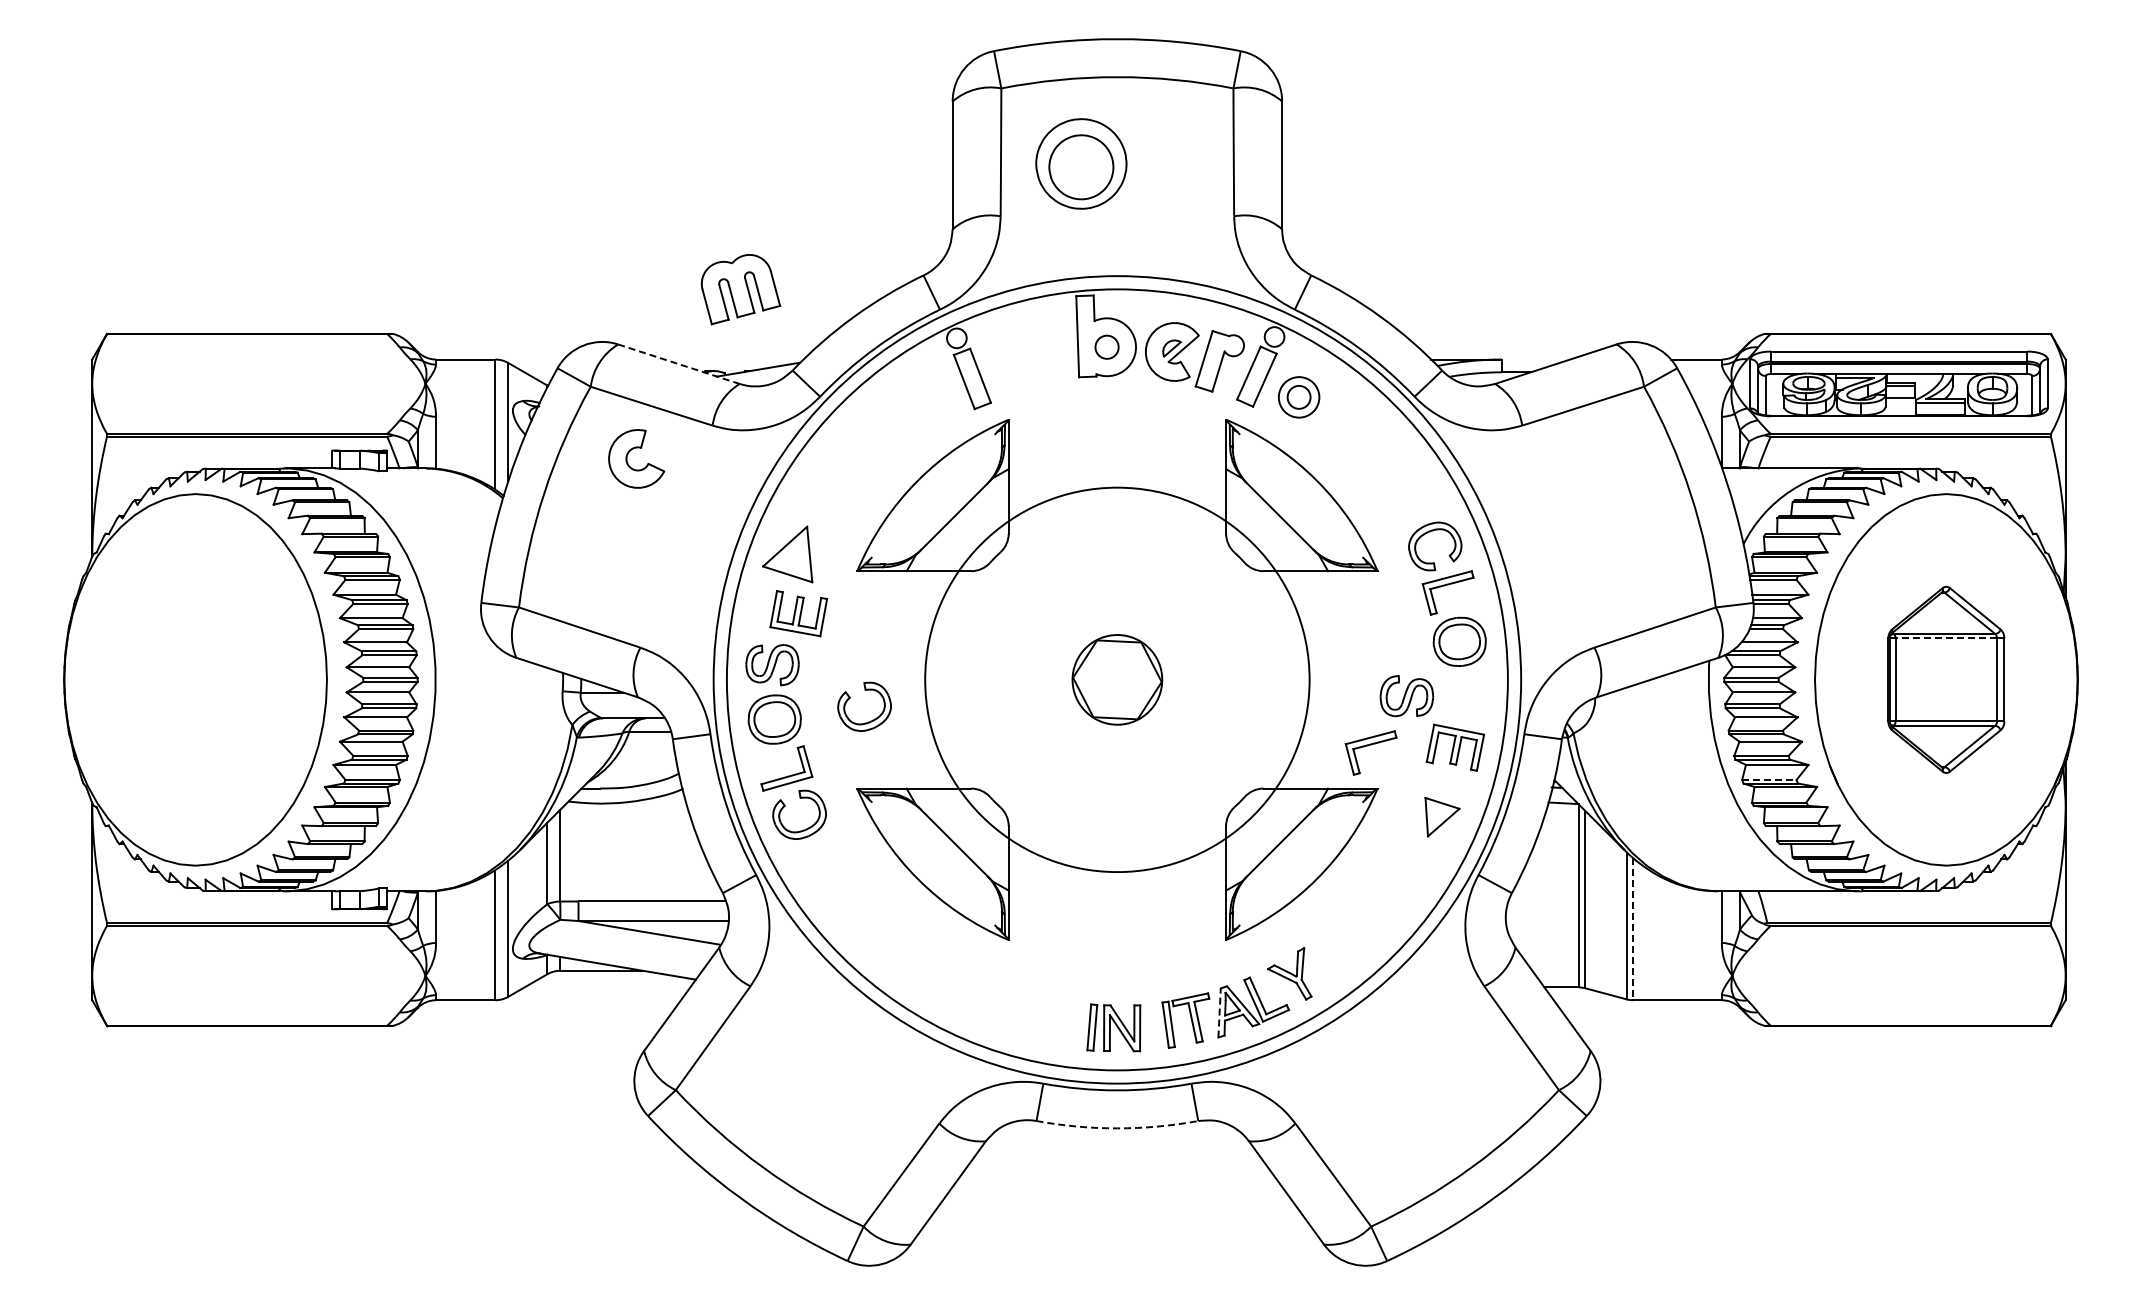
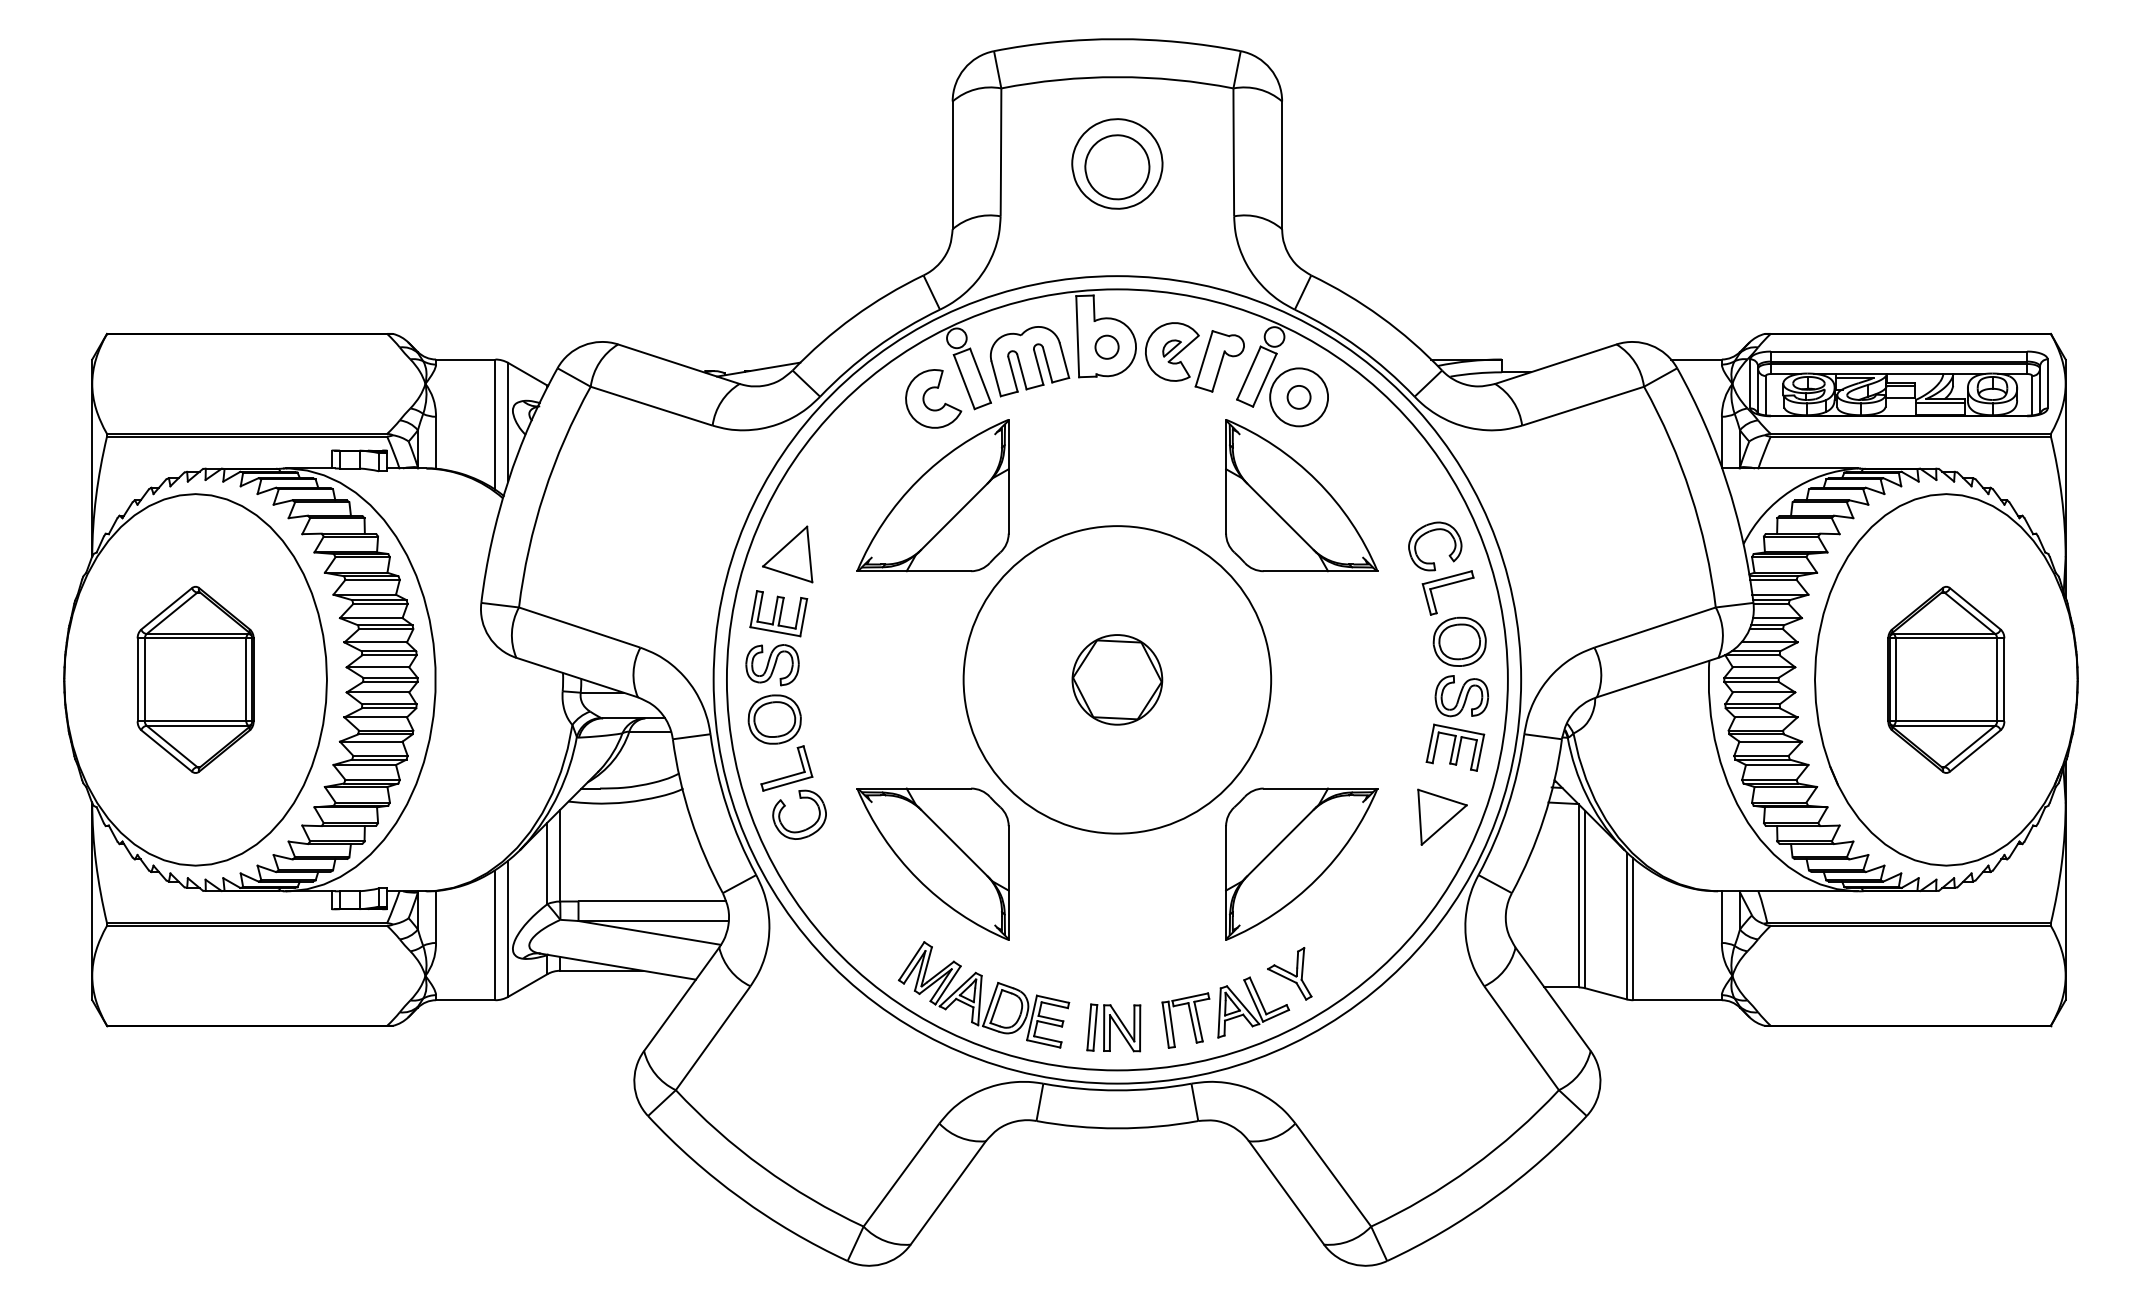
part at (1081, 163) position: (1081, 163) -> (1117, 163)
part at (740, 289) position: (740, 289) -> (1029, 361)
line at (678, 364): dashed -> solid
circle at (1298, 397) diameter: 41 px -> 58 px
part at (628, 454) position: (628, 454) -> (925, 394)
part at (798, 613) position: (798, 613) -> (778, 613)
line at (1946, 638): dashed -> solid
part at (195, 679): none -> present
circle at (1117, 679) diameter: 384 px -> 308 px
part at (1406, 696) position: (1406, 696) -> (1461, 696)
part at (868, 721): present -> none
part at (1367, 746): present -> none
line at (1769, 779): dashed -> solid
part at (1442, 817) size: 37x41 px -> 51x58 px
line at (1633, 929): dashed -> solid
part at (984, 994): none -> present
line at (1219, 1012): dashed -> solid
arc at (1117, 1128): dashed -> solid
